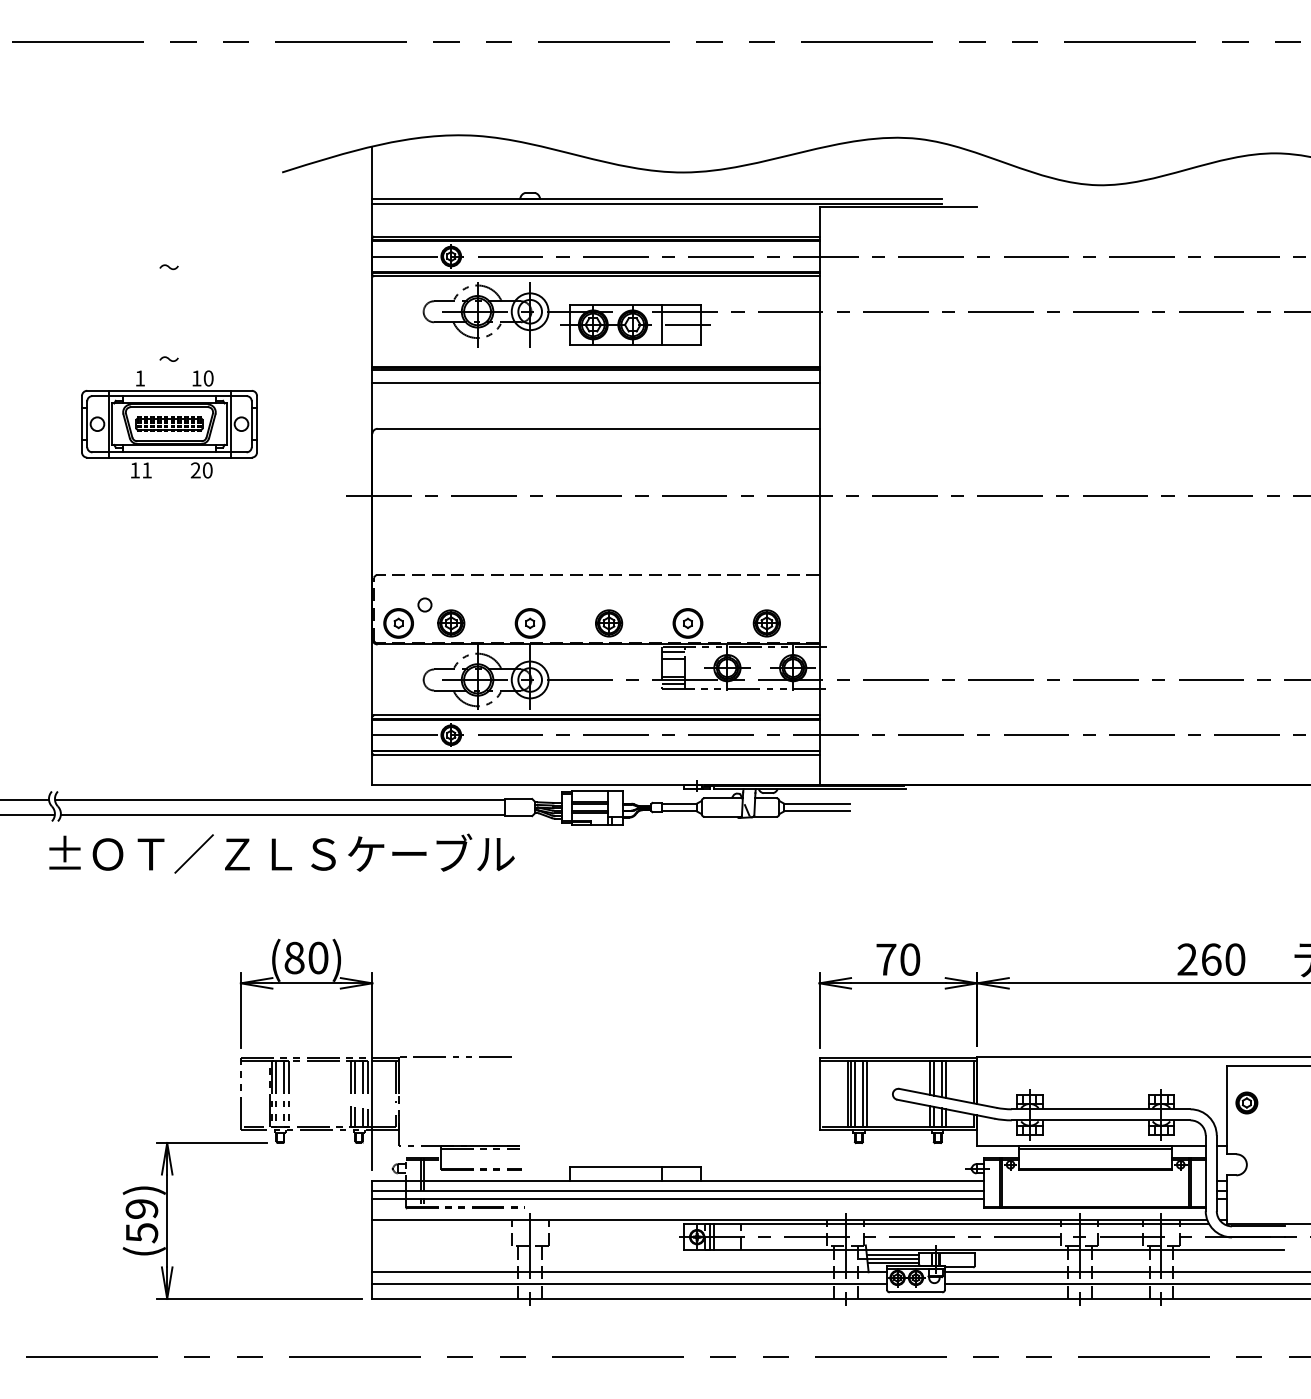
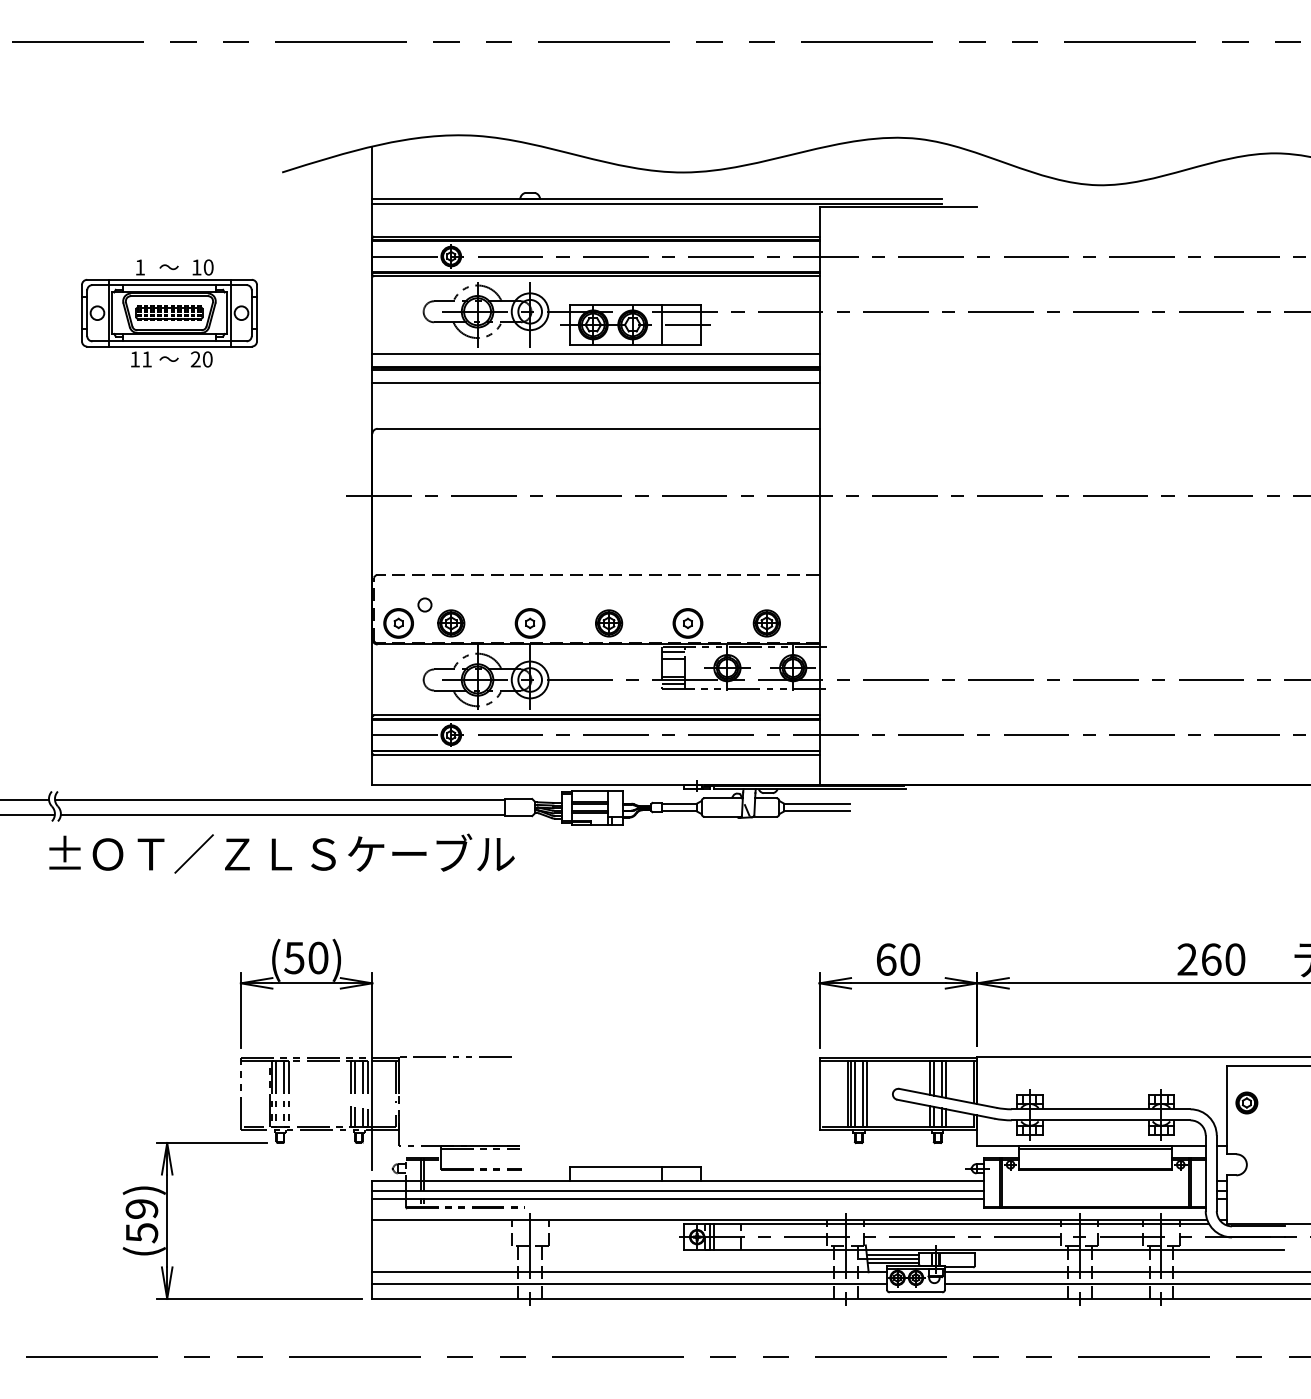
line at (595, 353): none -> present
part at (169, 424) position: (169, 424) -> (169, 313)
text at (294, 957): (80) -> (50)
text at (886, 959): 70 -> 60
